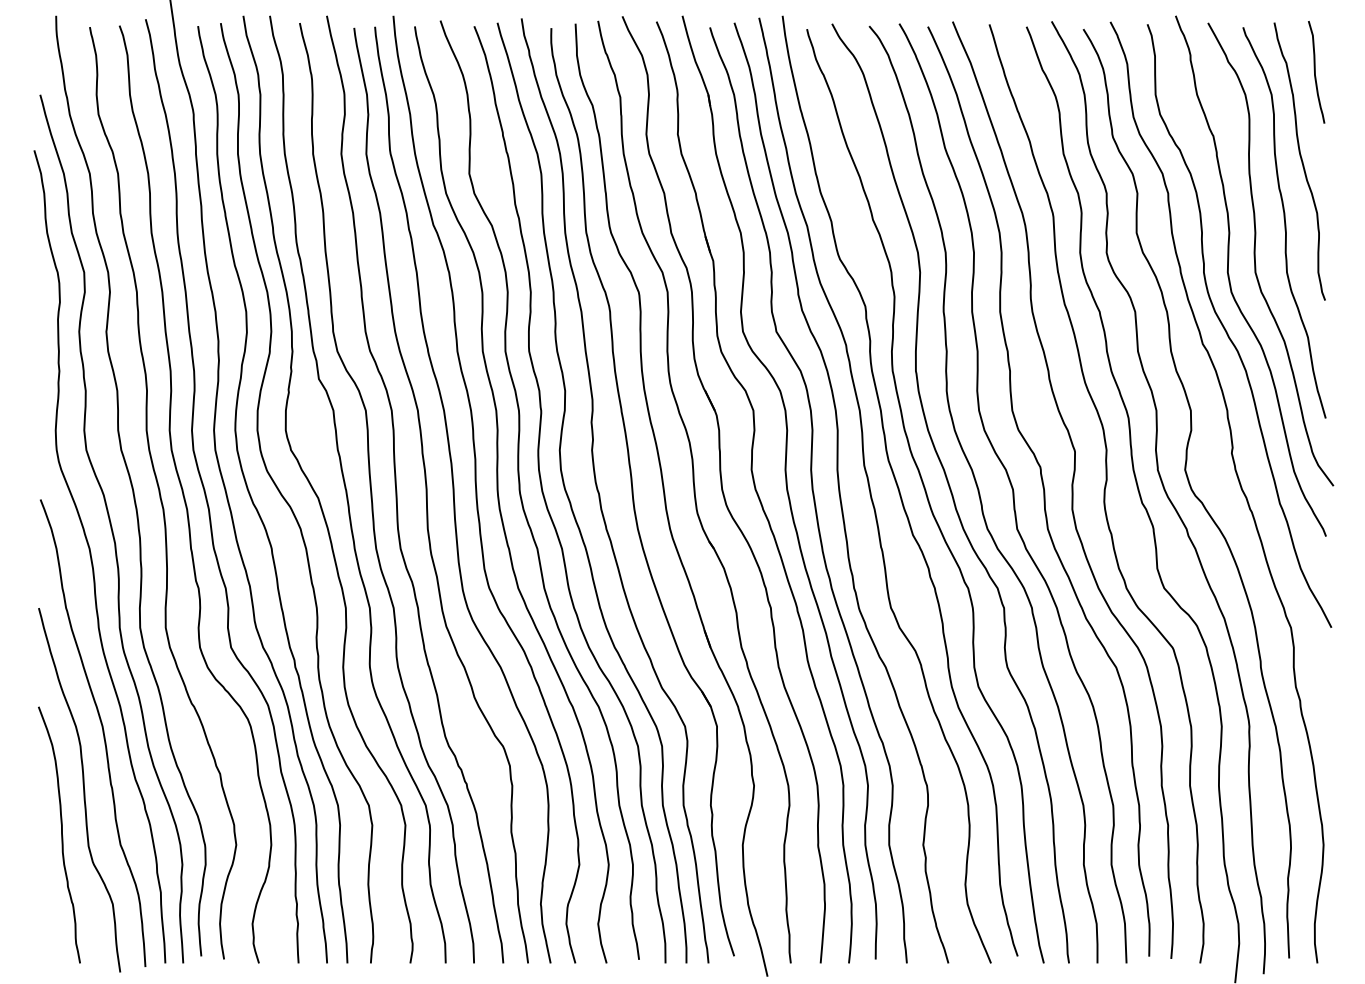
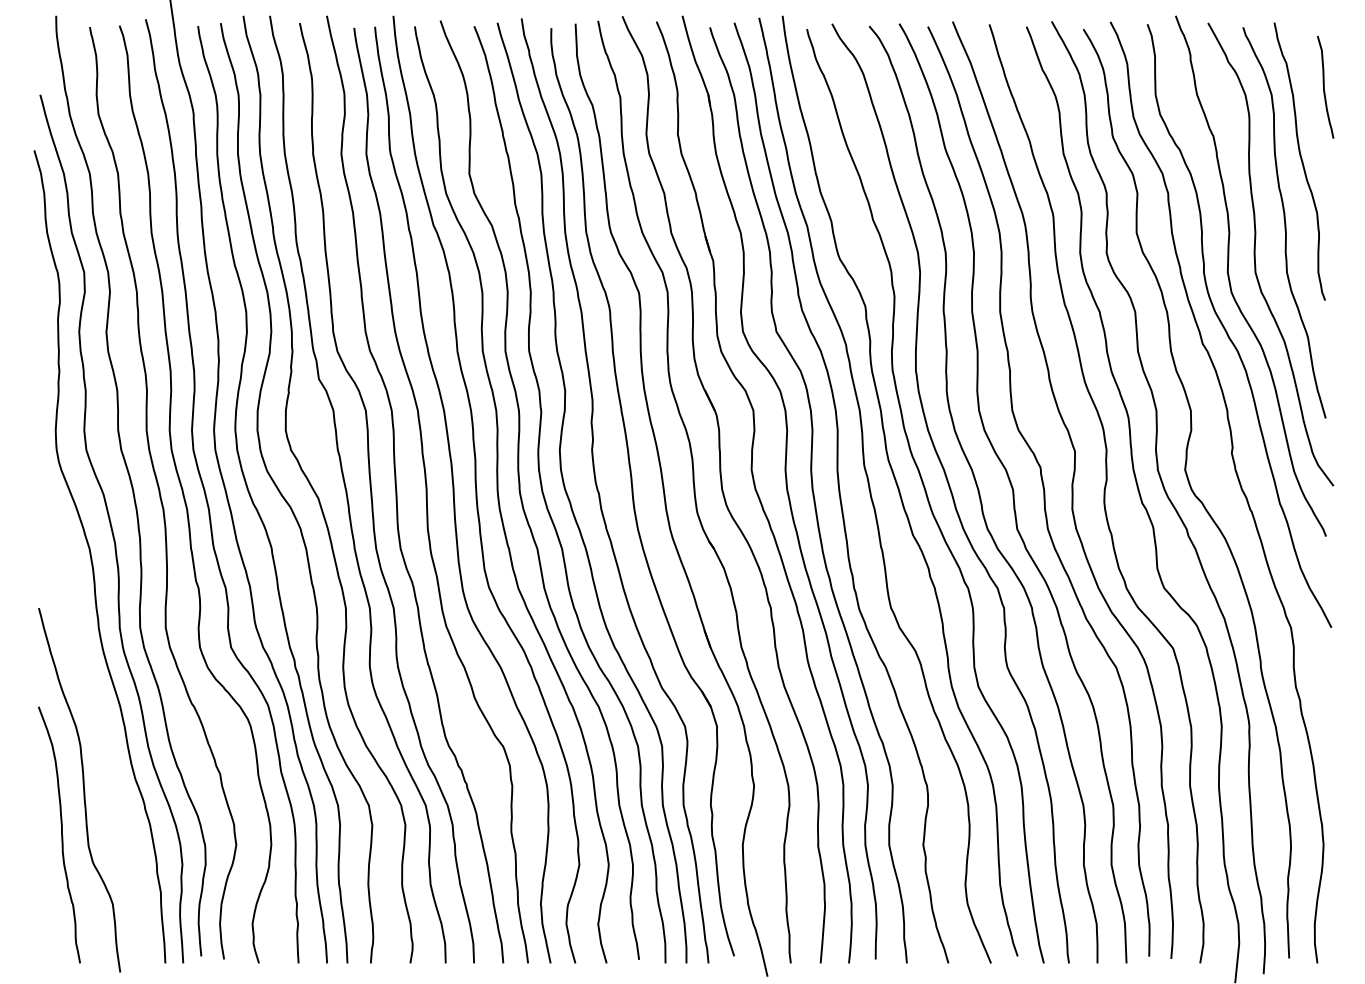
curve at (1315, 72) position: (1315, 72) -> (1324, 87)
curve at (102, 732): present -> none
